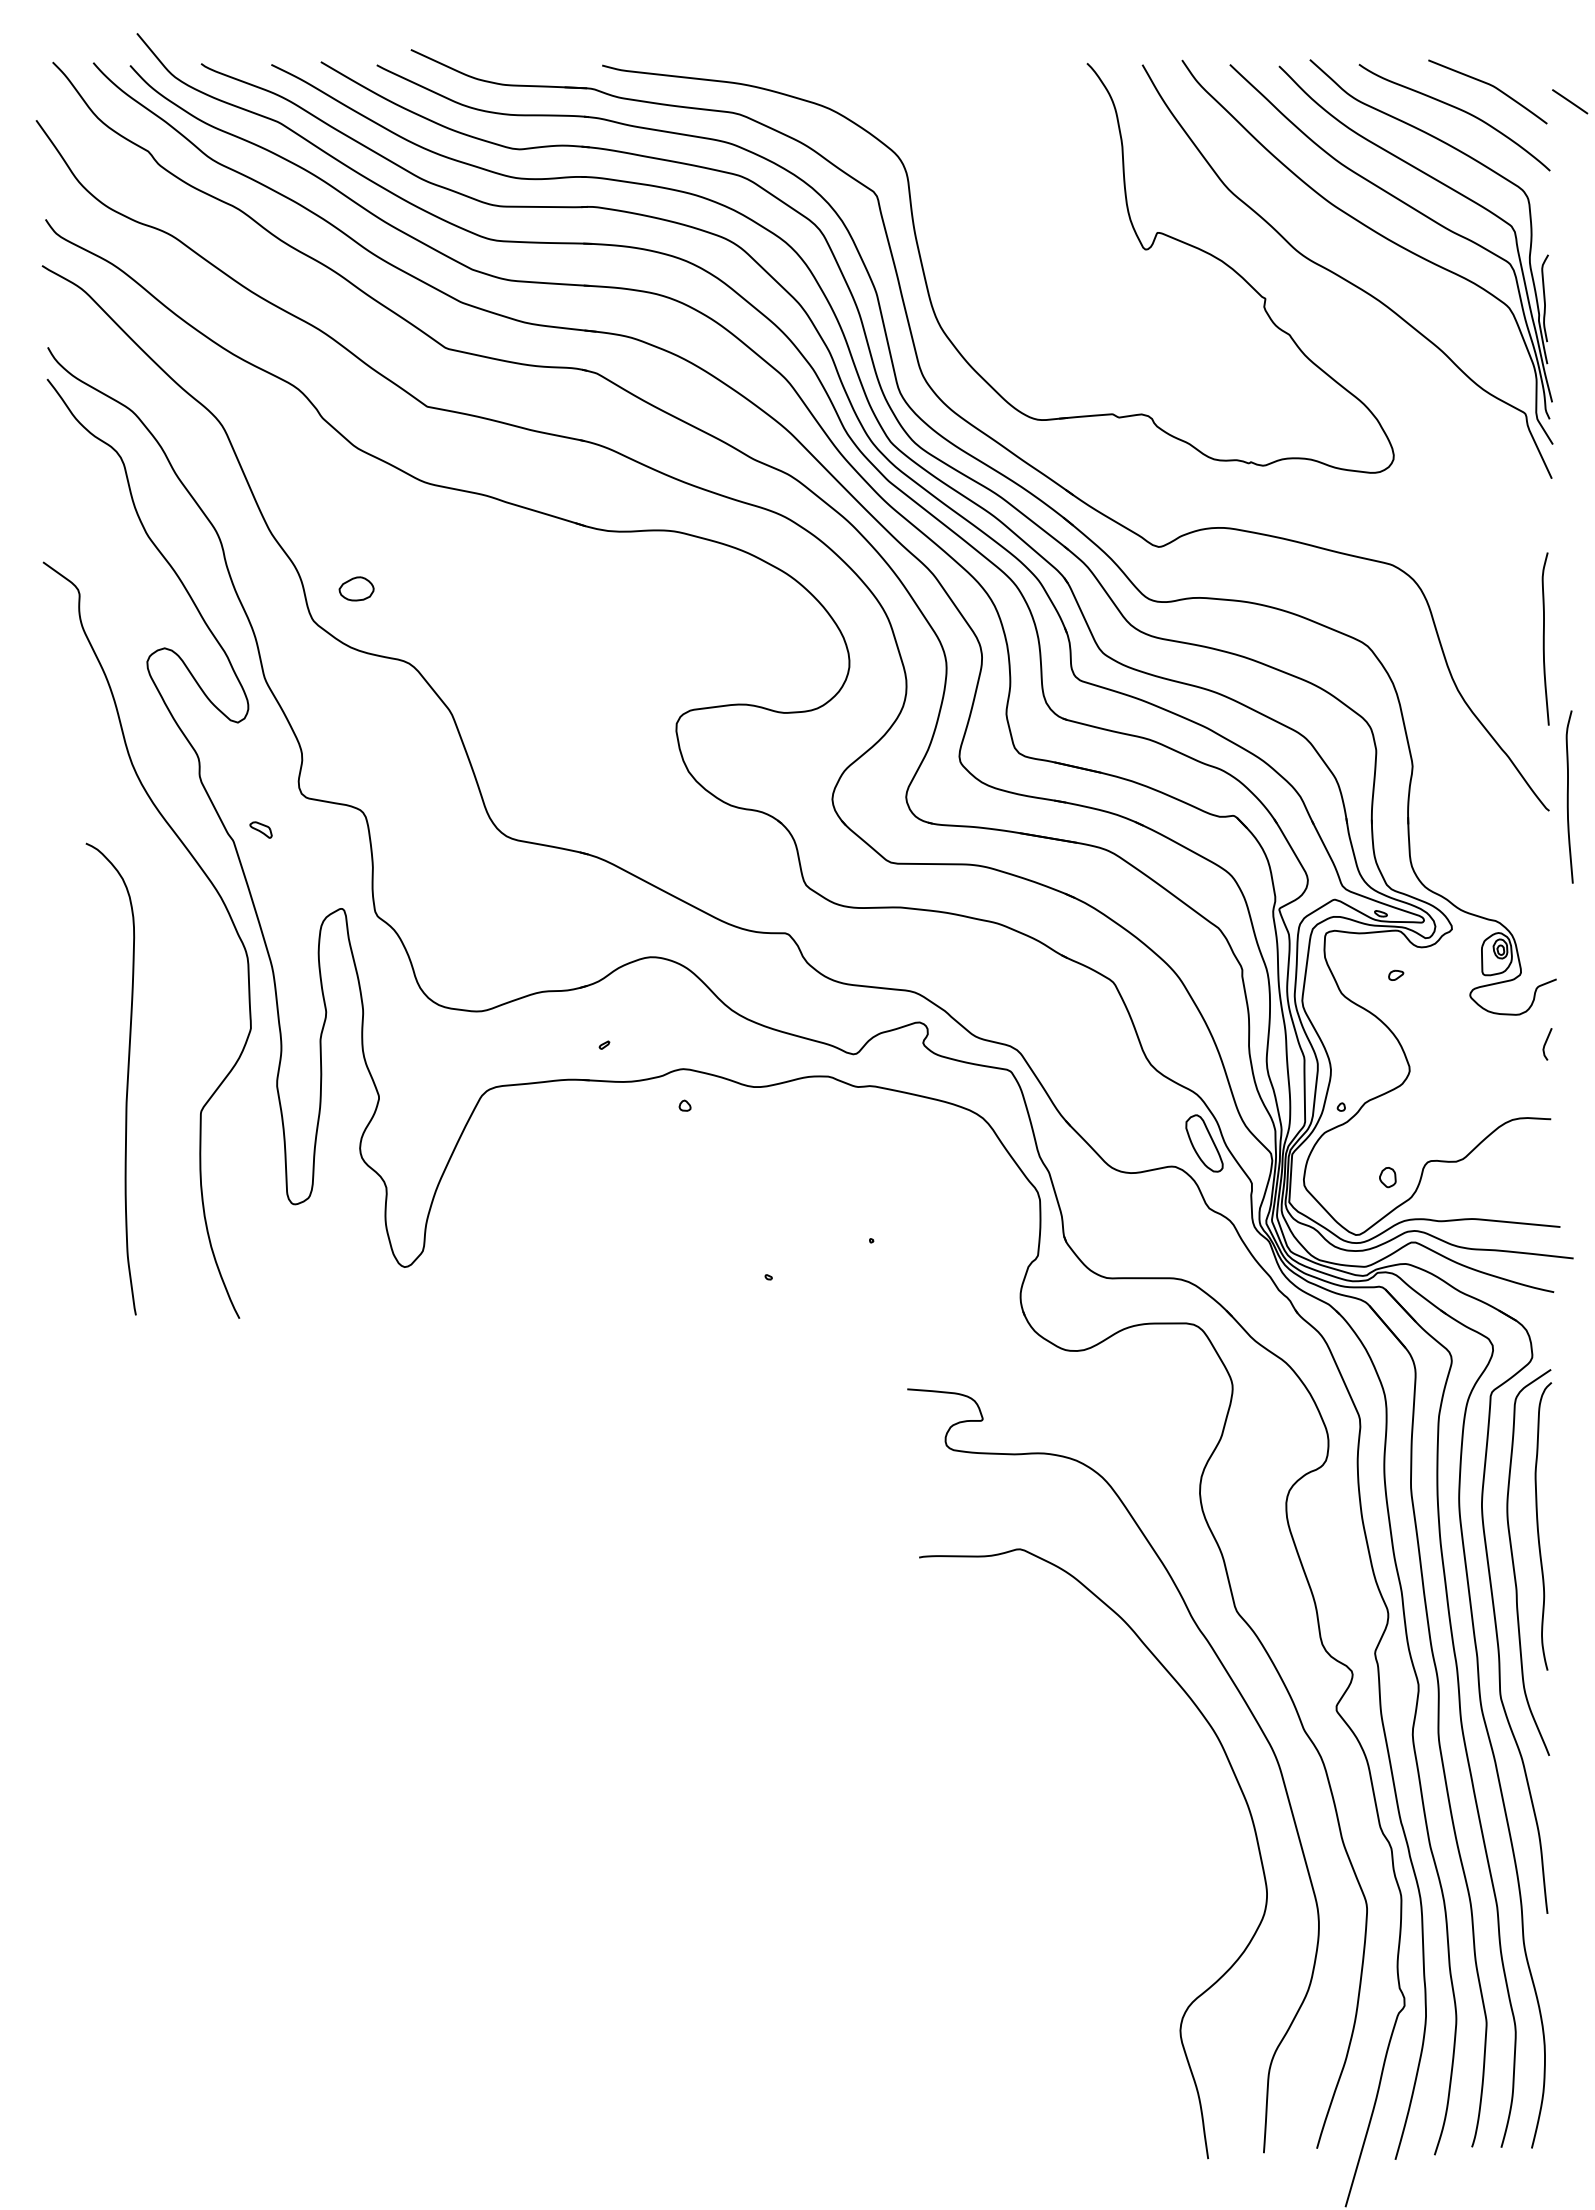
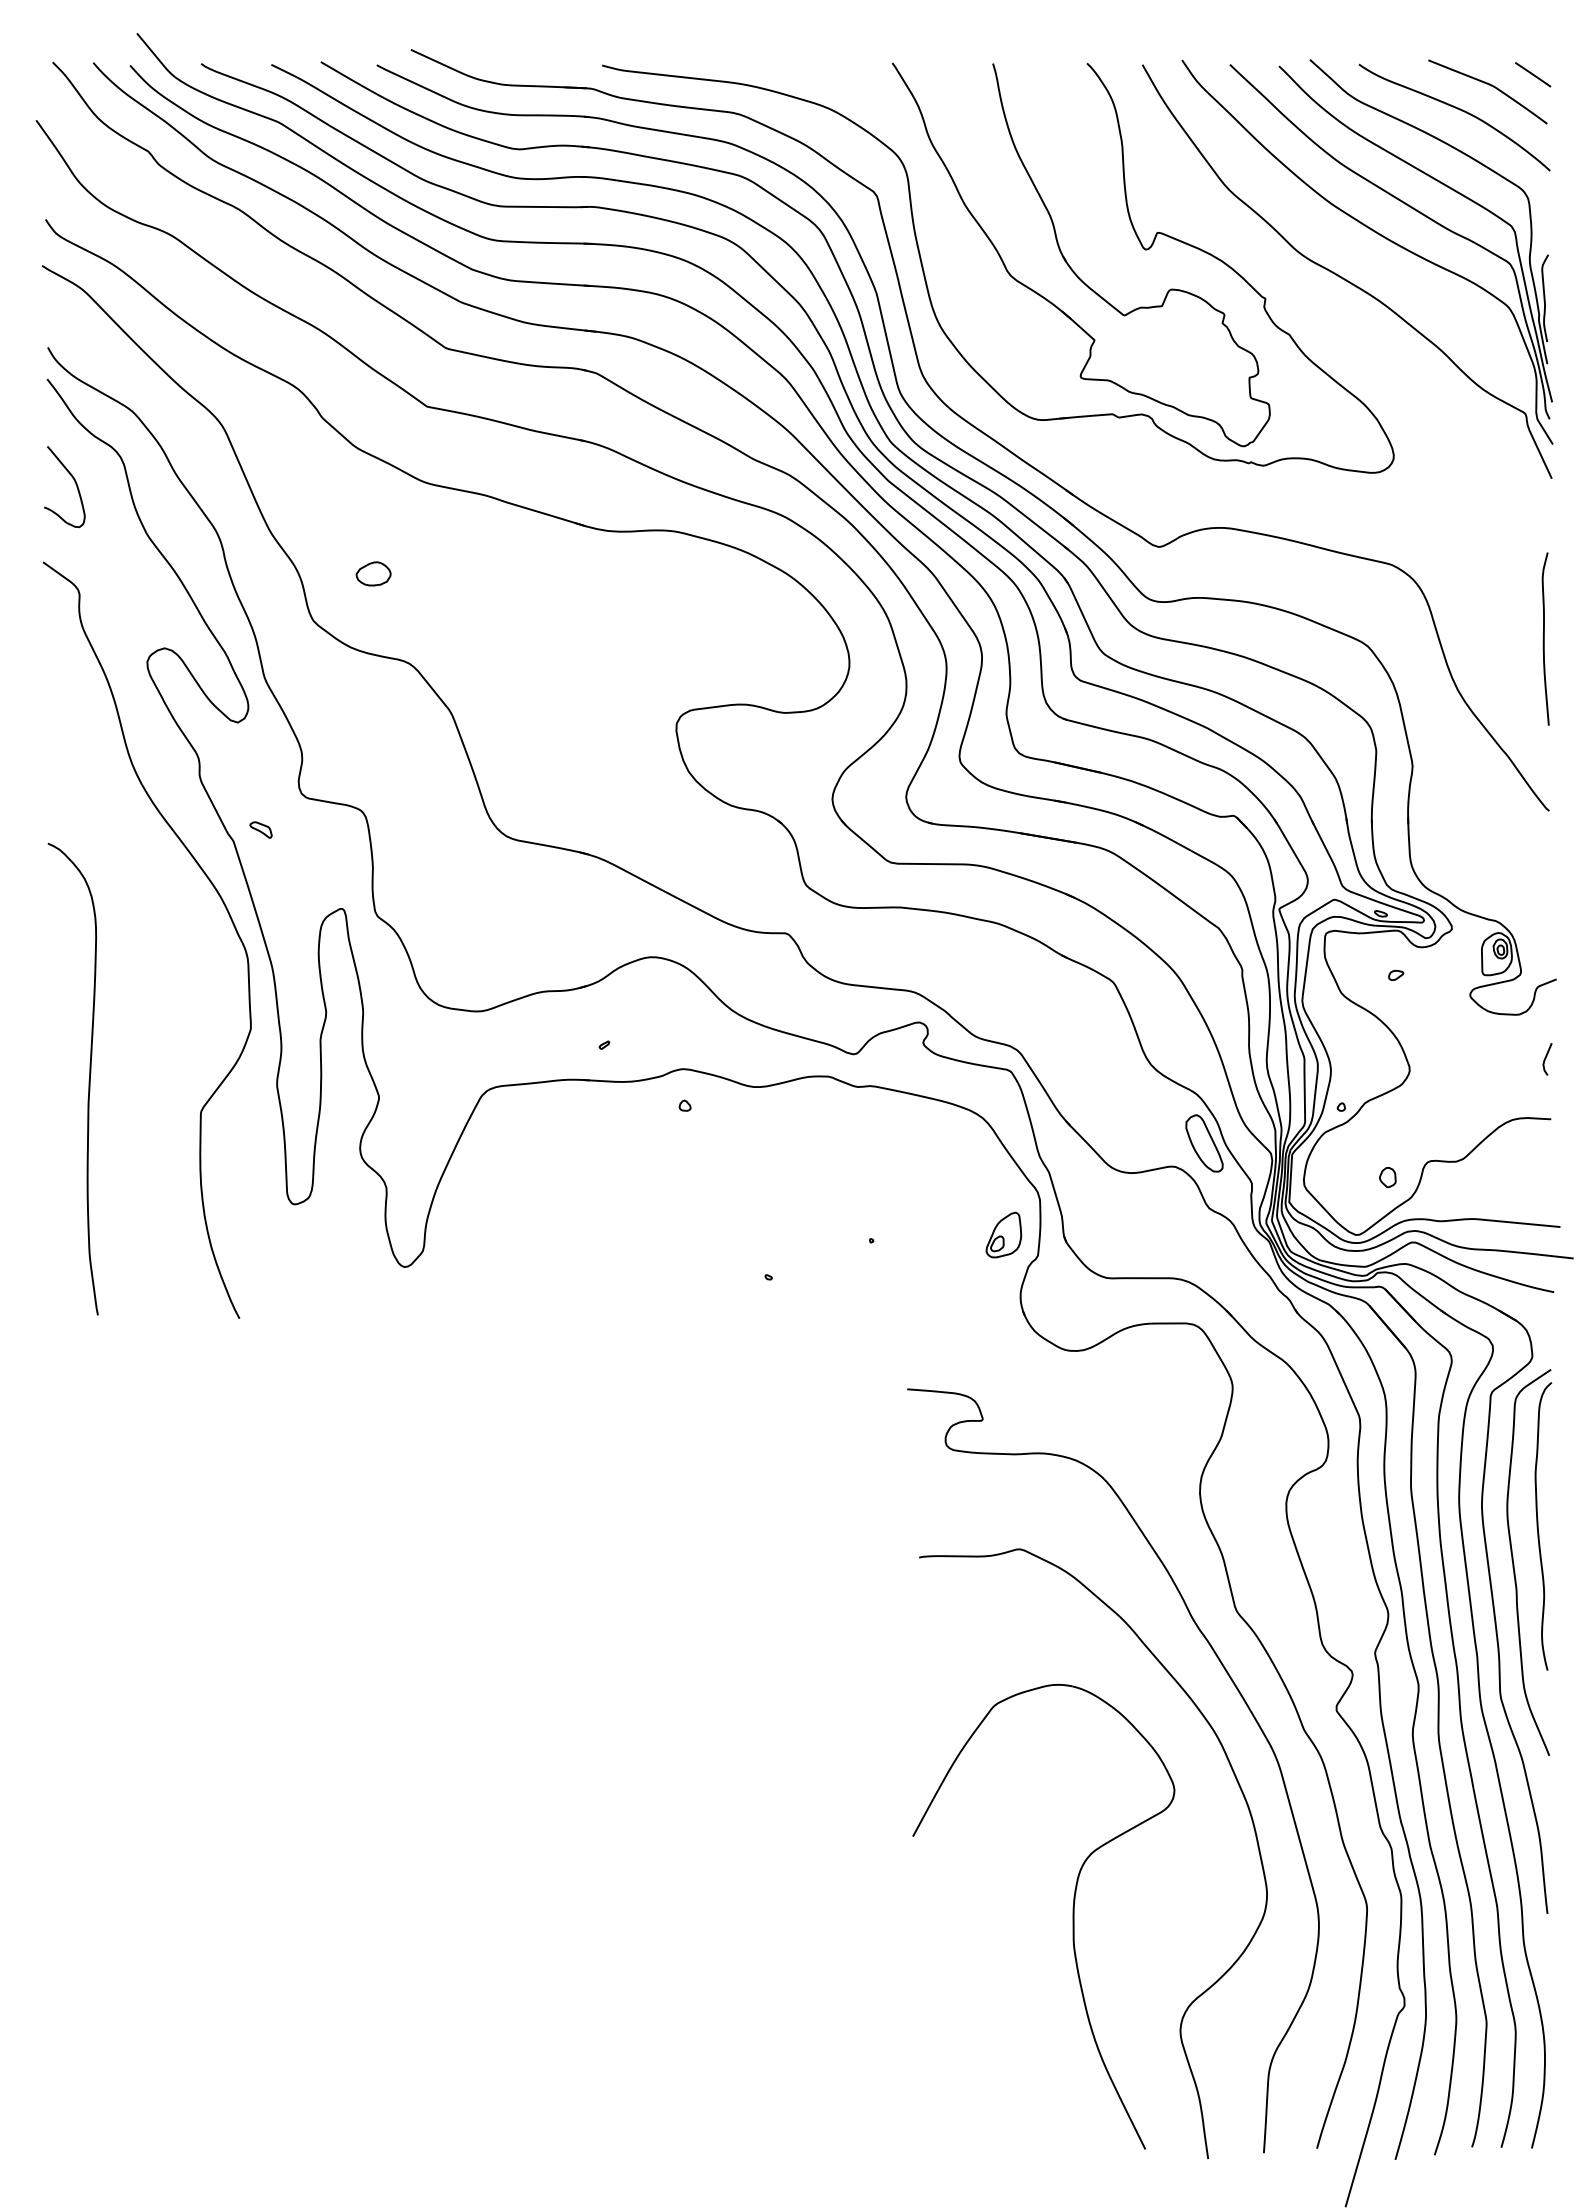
line at (1570, 101) position: (1570, 101) -> (1533, 74)
part at (1067, 261): none -> present
curve at (74, 482): none -> present
part at (356, 588) position: (356, 588) -> (373, 573)
curve at (1568, 796): present -> none
line at (1546, 1043) position: (1546, 1043) -> (1546, 1058)
curve at (126, 1080) position: (126, 1080) -> (88, 1080)
part at (1003, 1234): none -> present
part at (1072, 1916): none -> present
